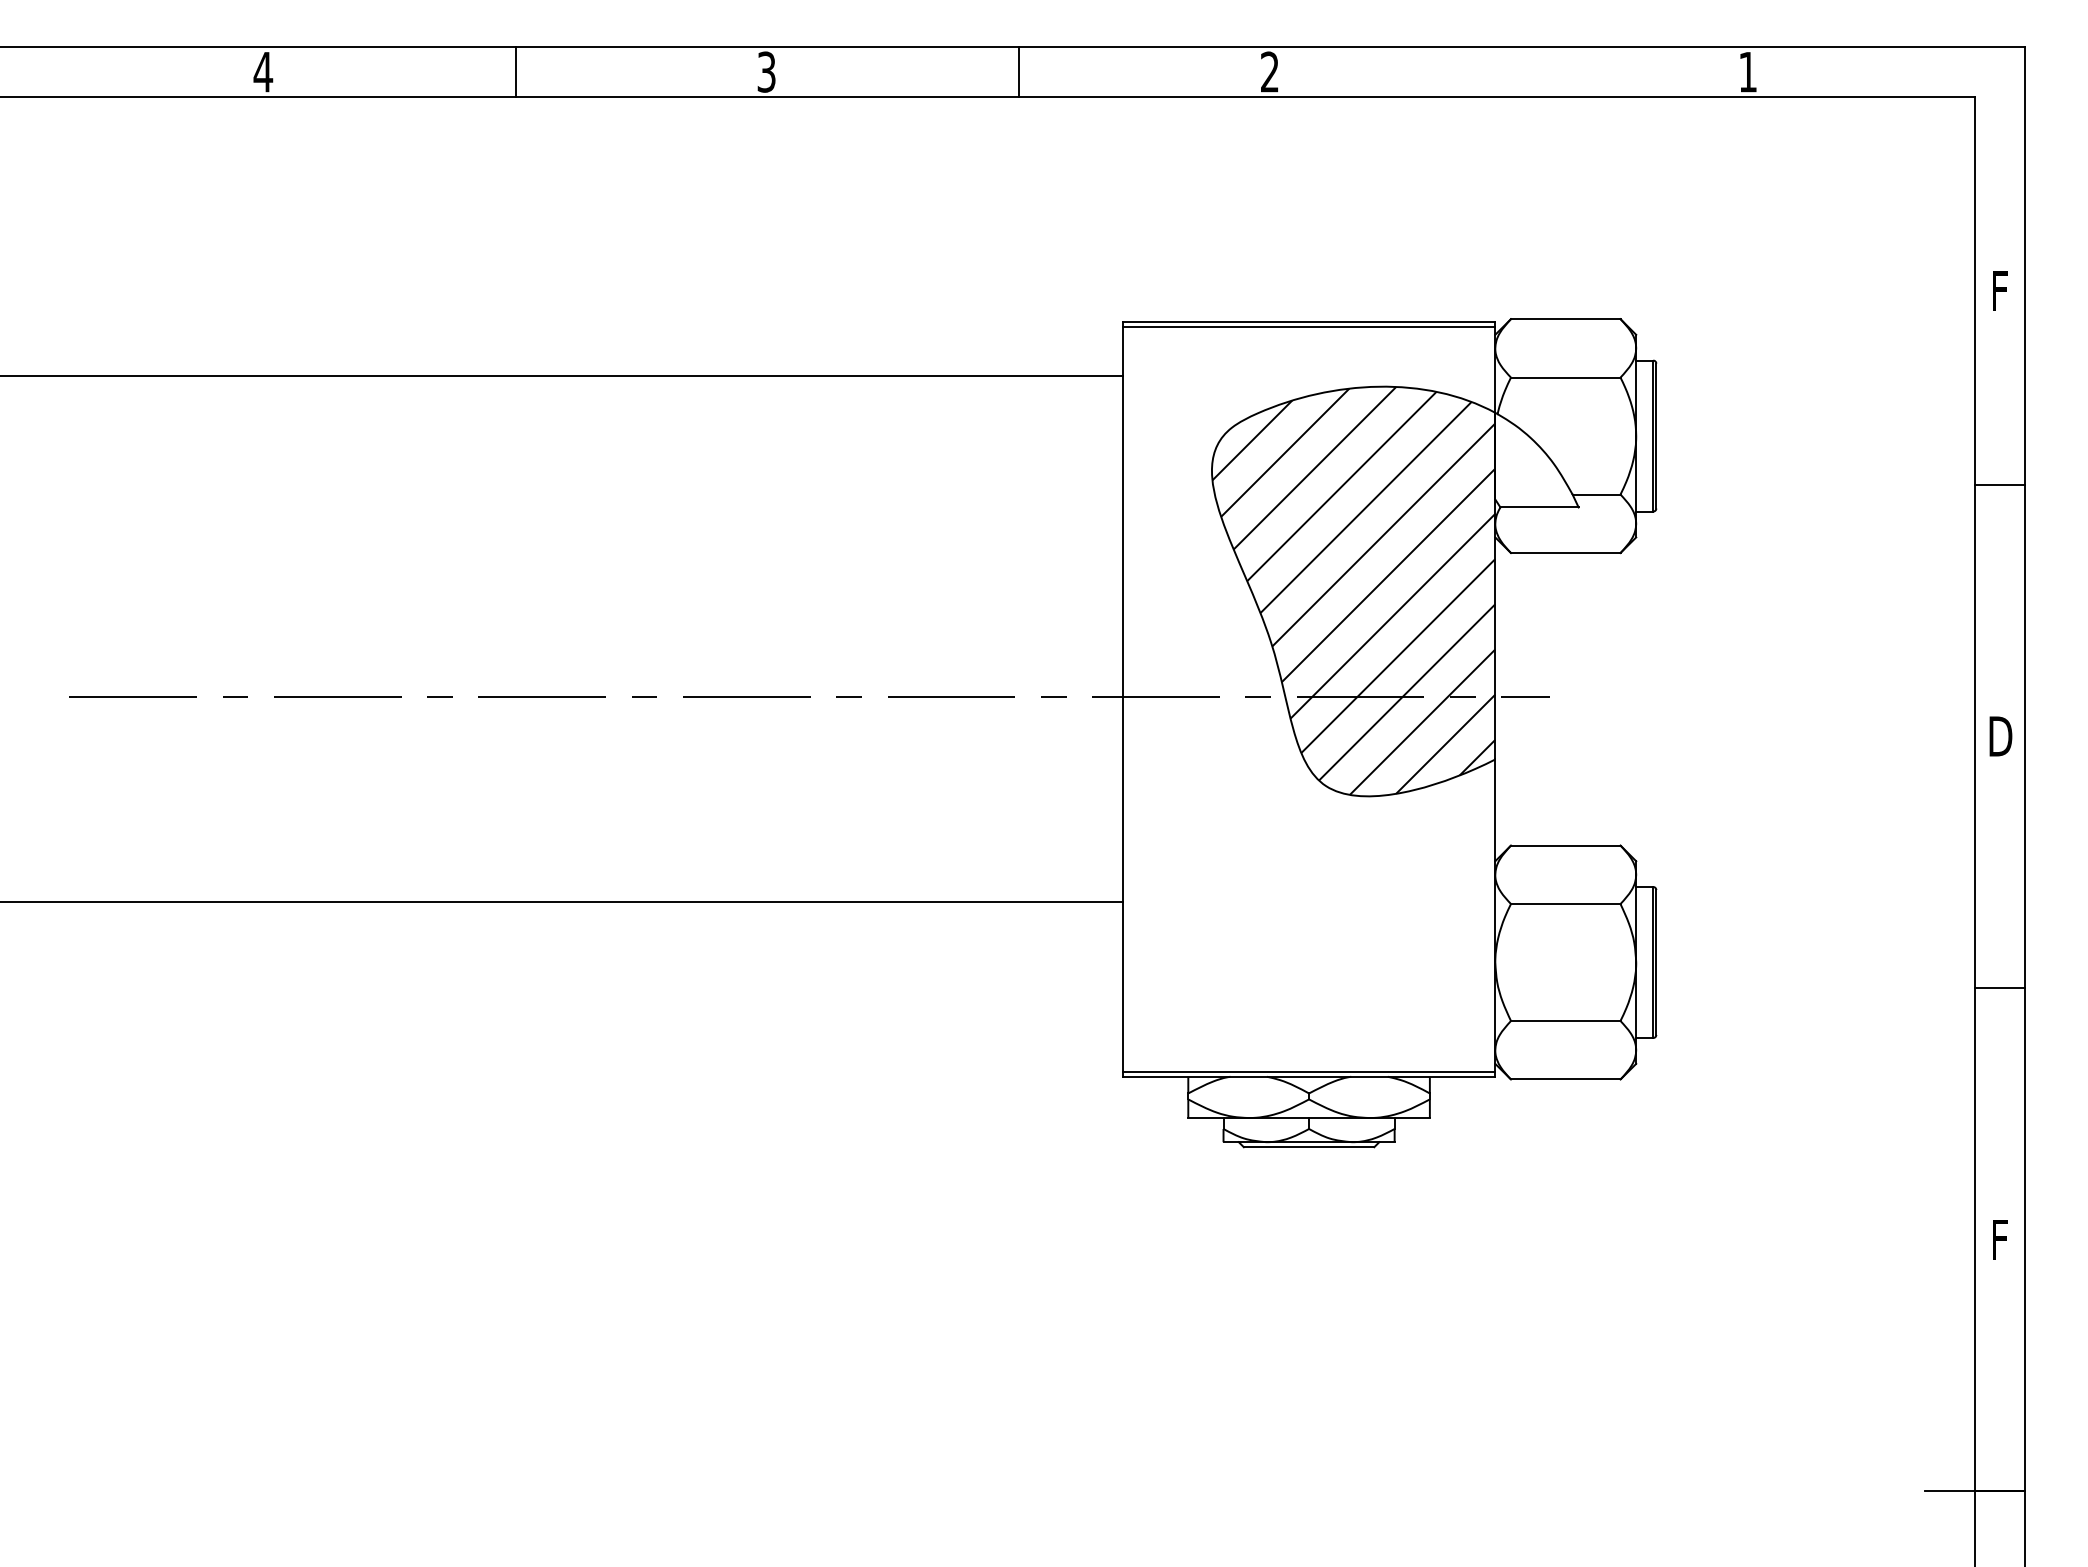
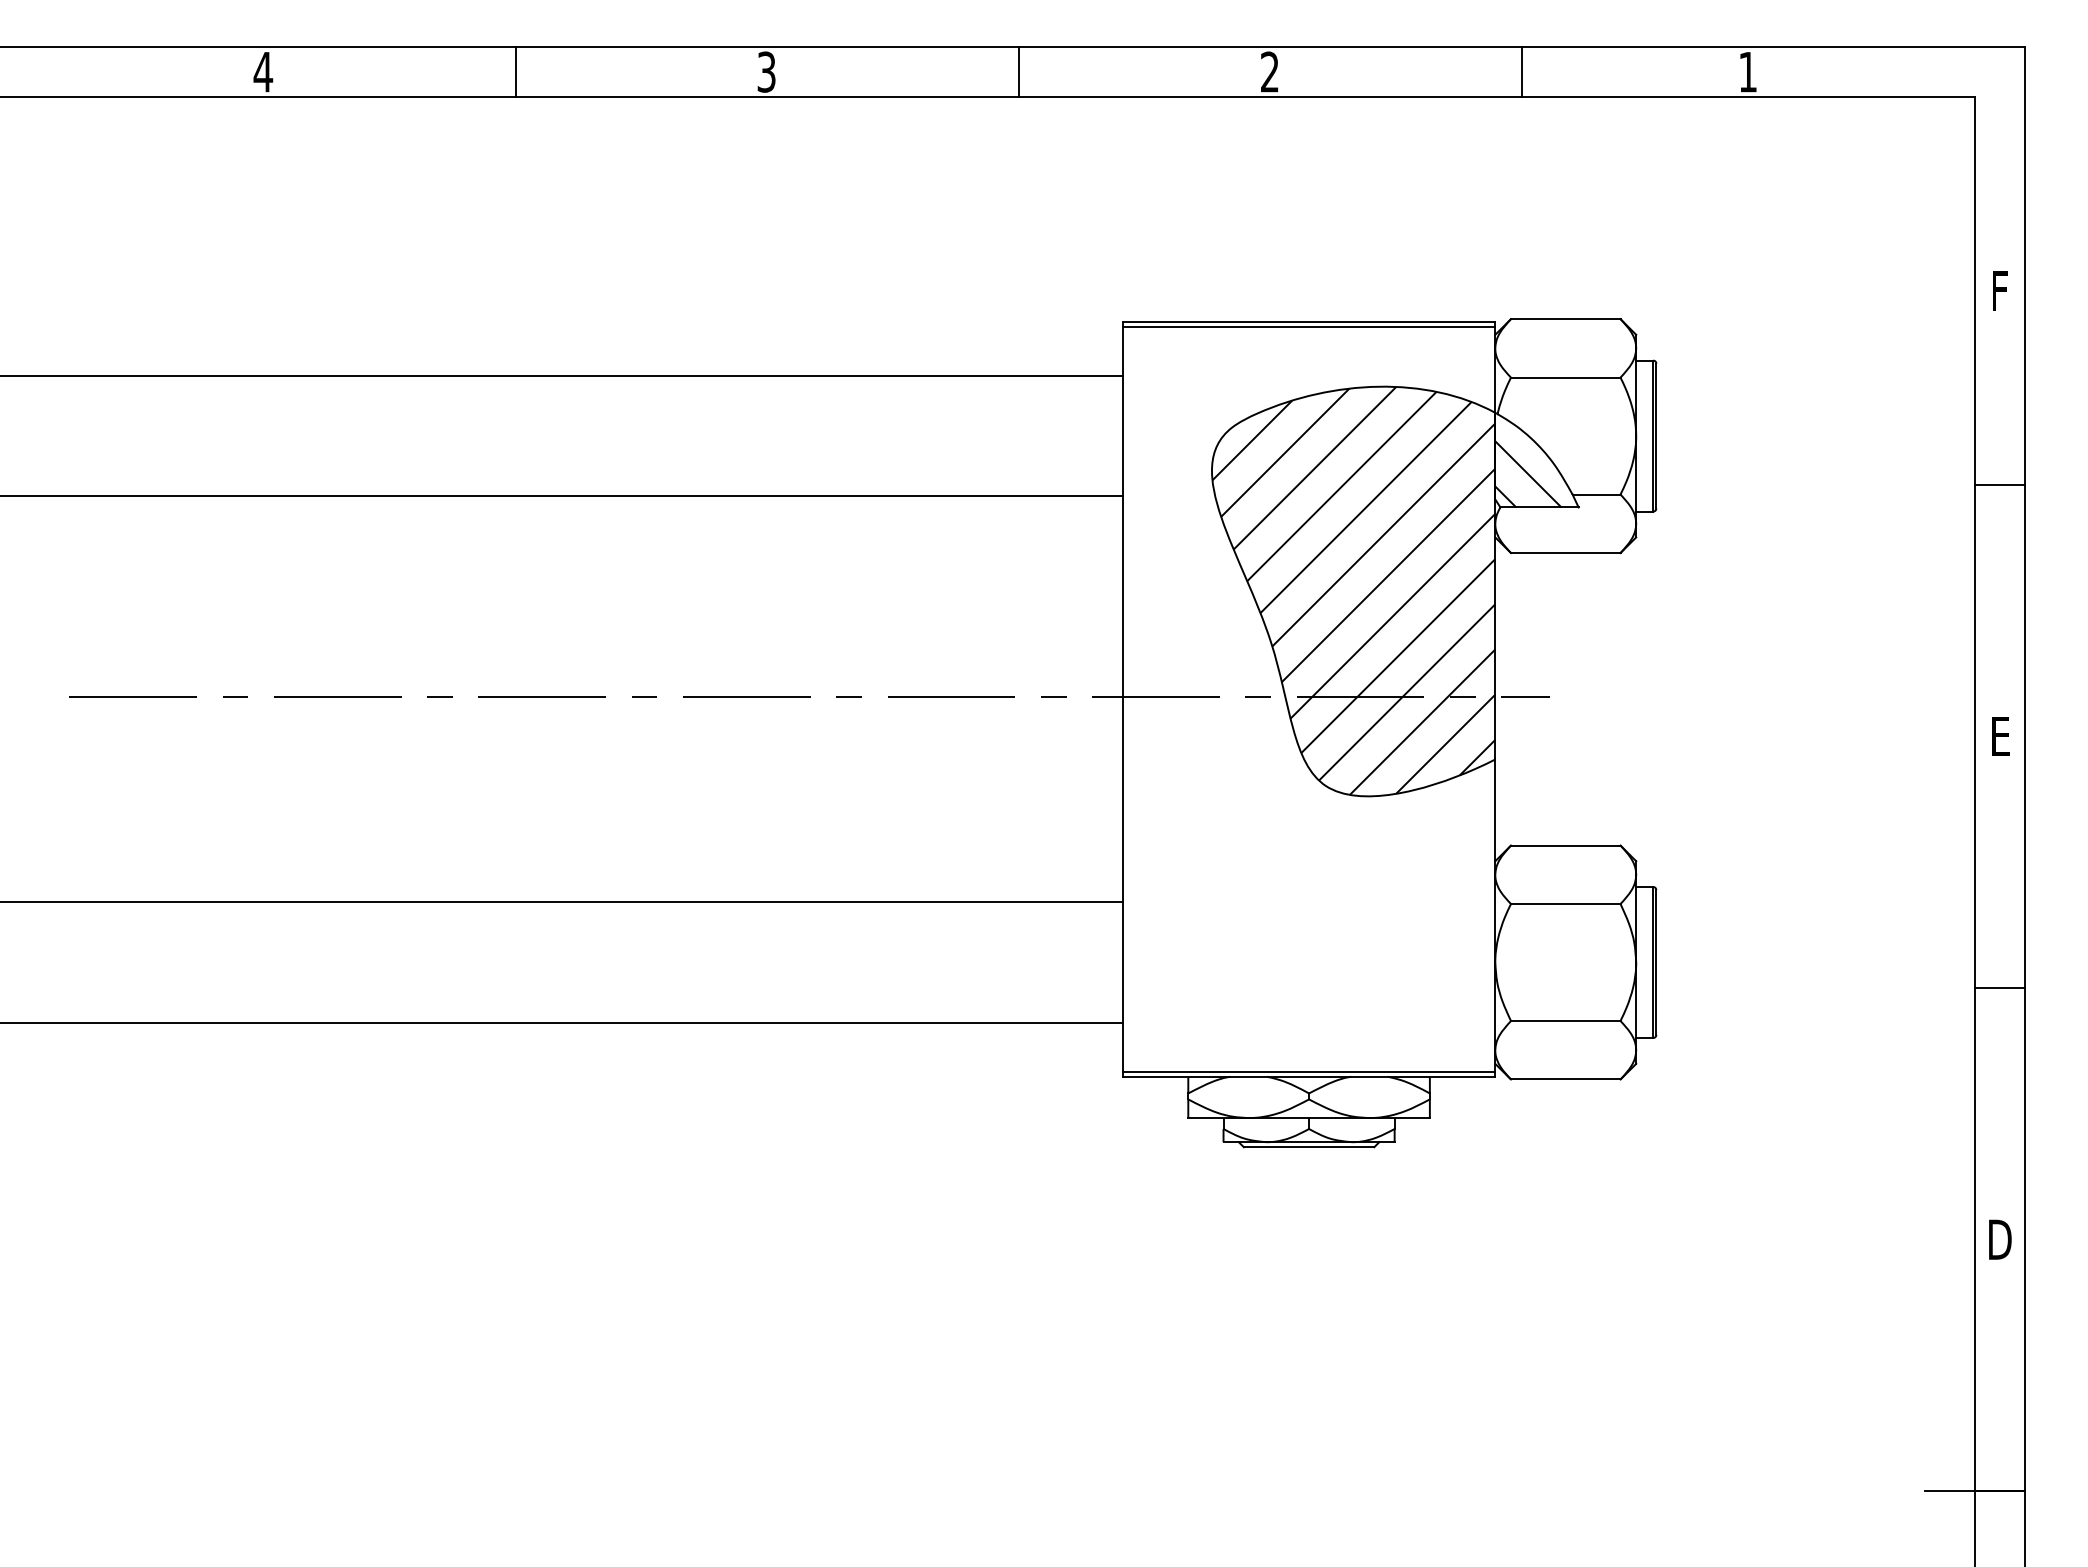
line at (1522, 71): none -> present
hatch at (1528, 474): none -> present
line at (562, 496): none -> present
text at (2000, 736): D -> E
line at (562, 1022): none -> present
text at (2000, 1239): F -> D
